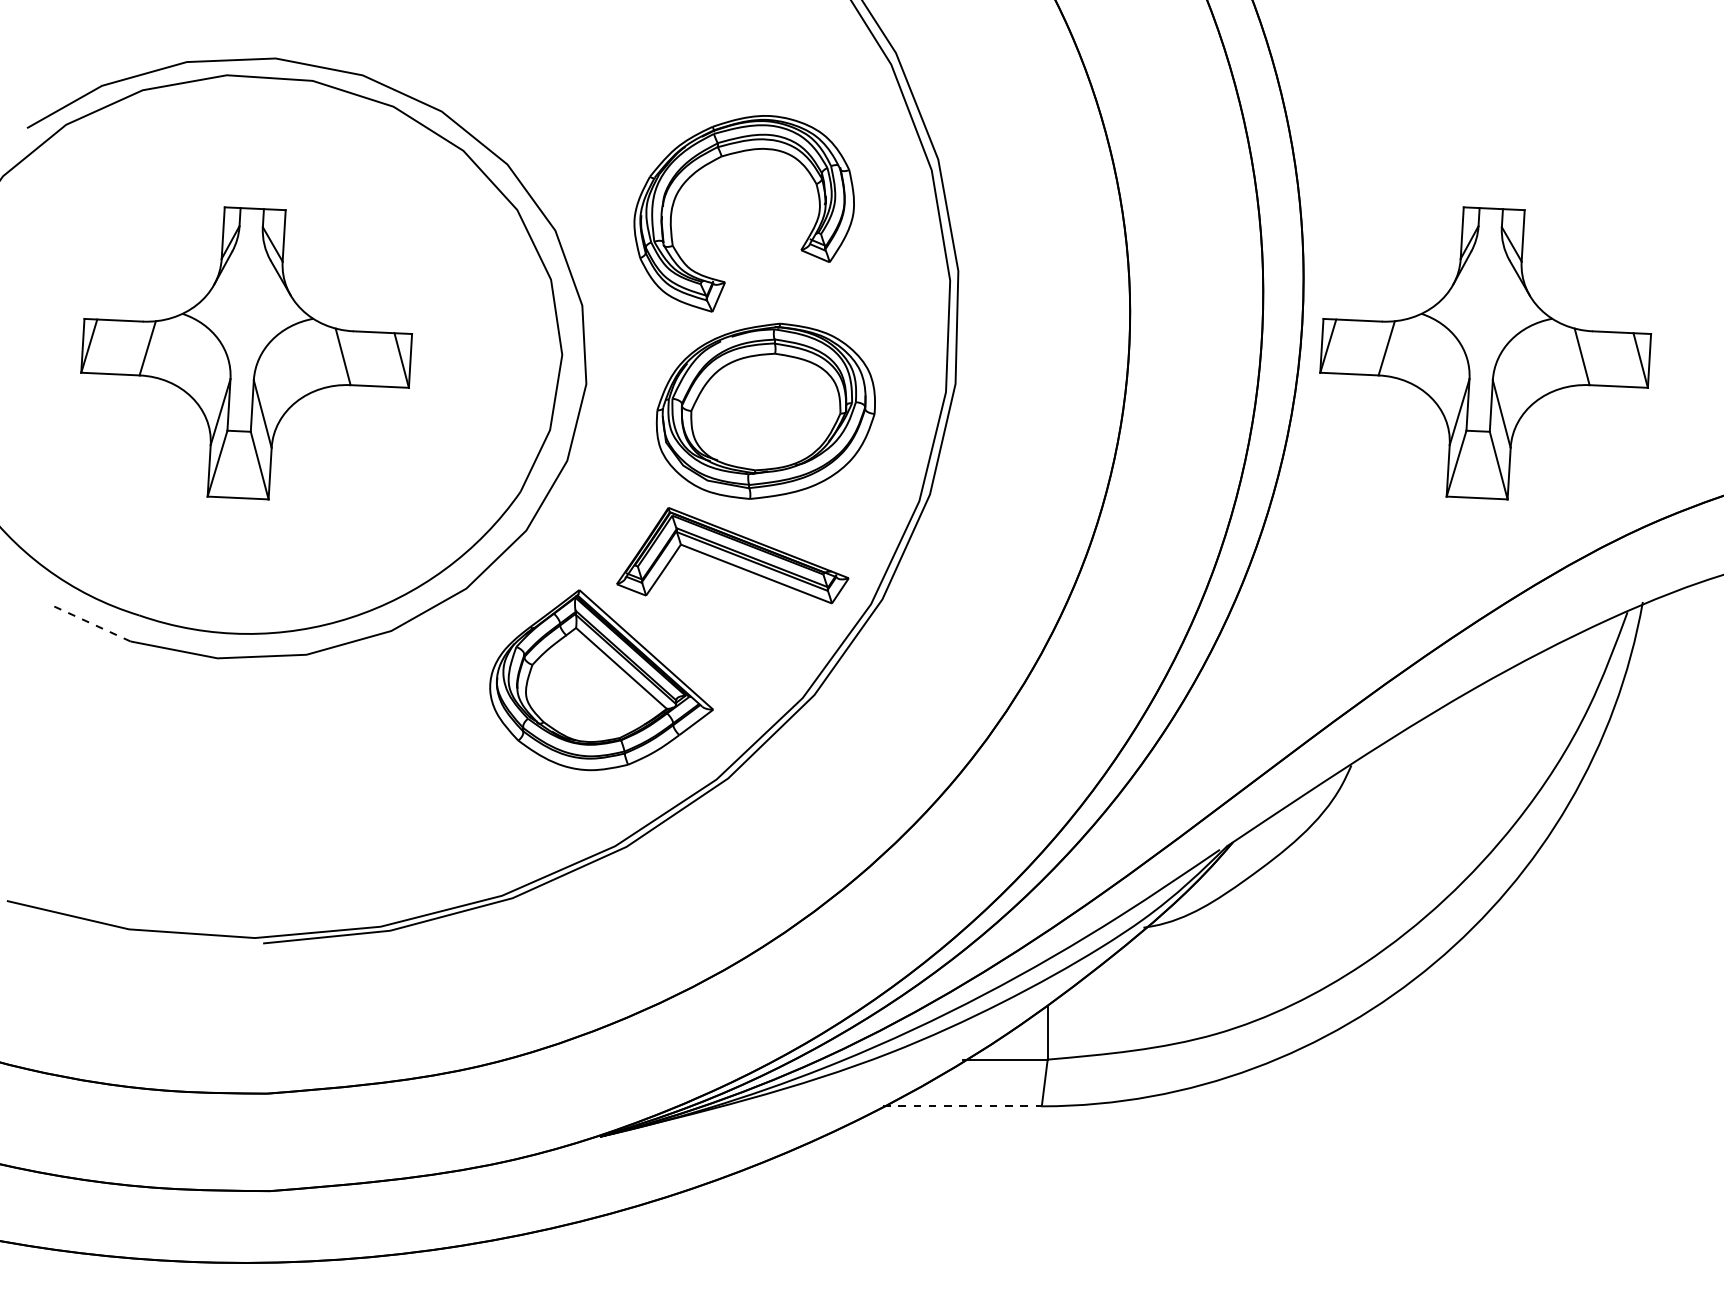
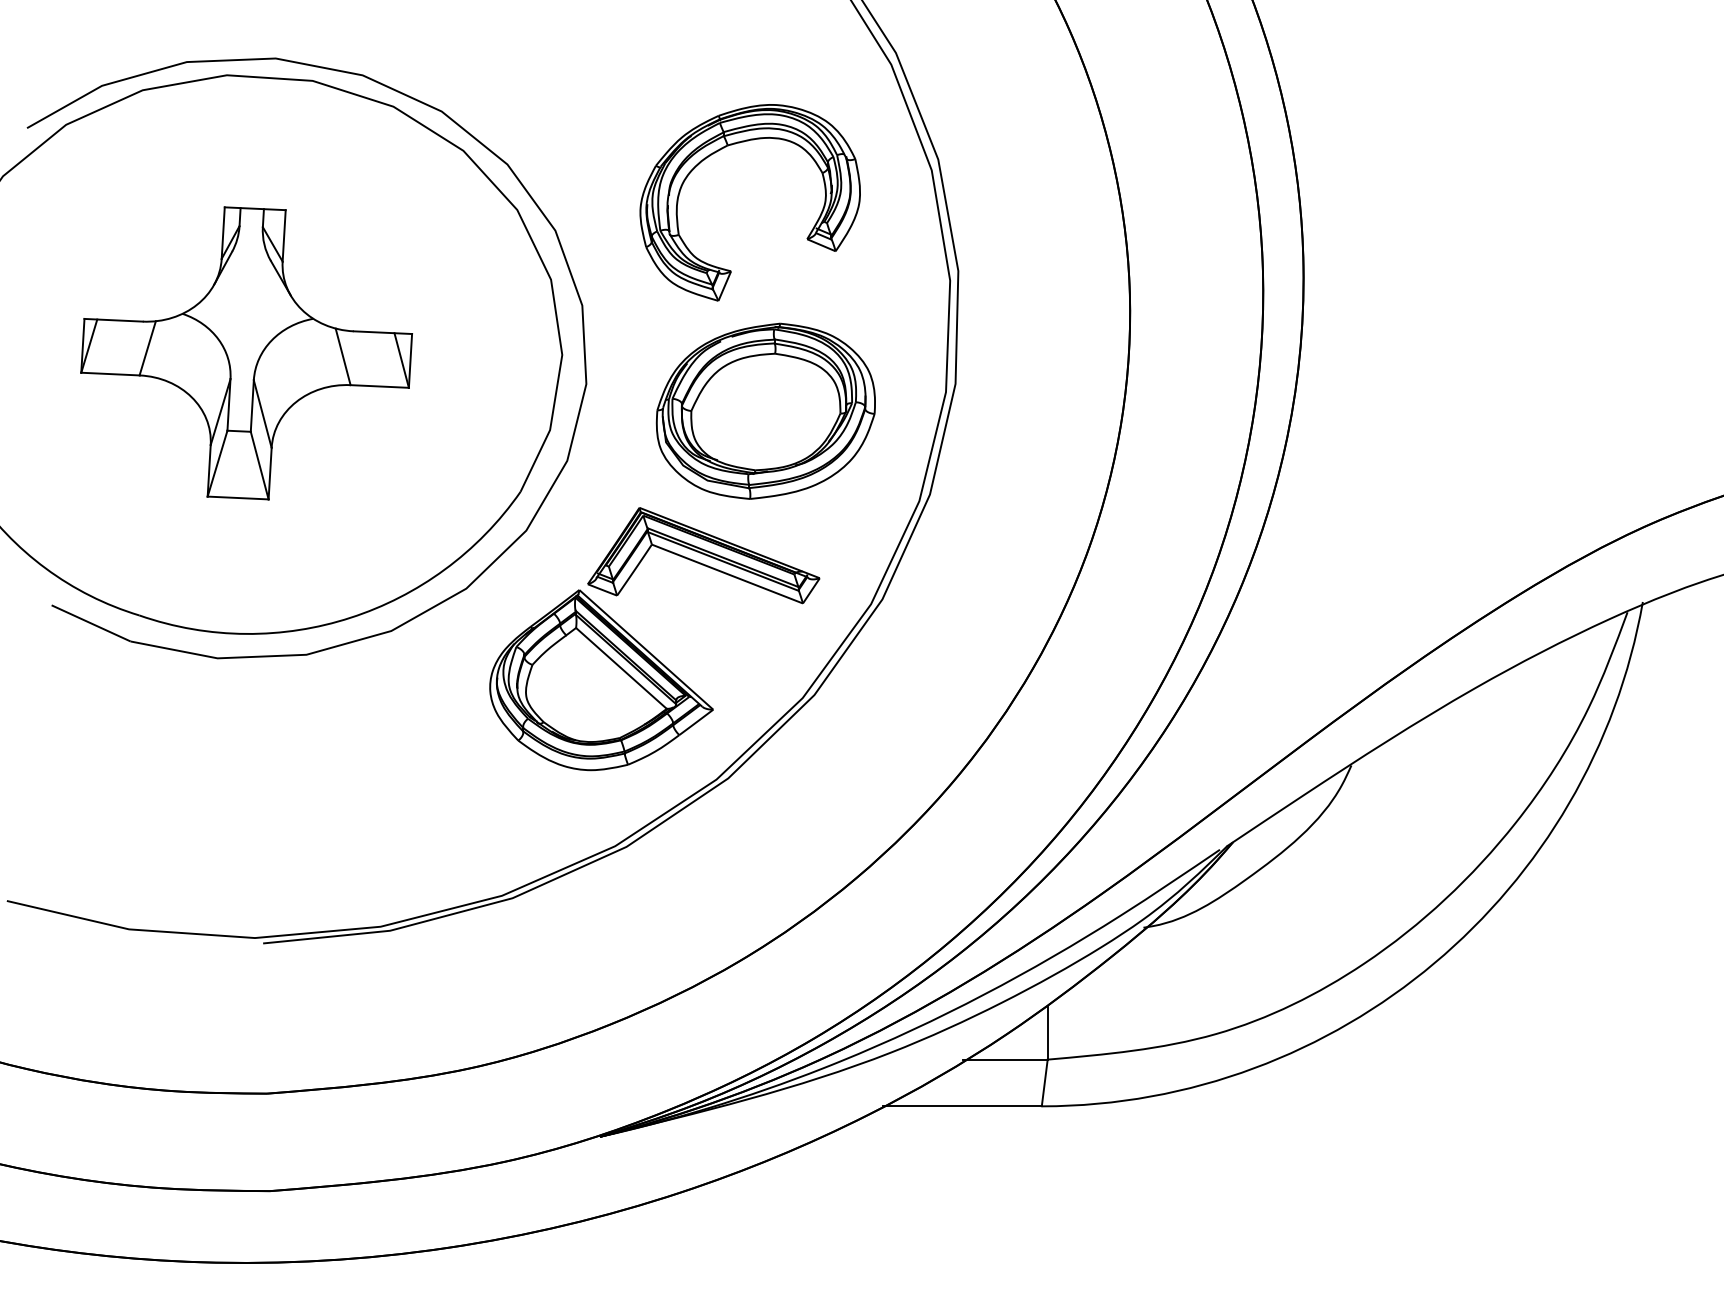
part at (726, 156) position: (726, 156) -> (732, 145)
part at (1485, 353): present -> none
part at (732, 555) position: (732, 555) -> (703, 555)
line at (90, 623): dashed -> solid
line at (962, 1106): dashed -> solid
